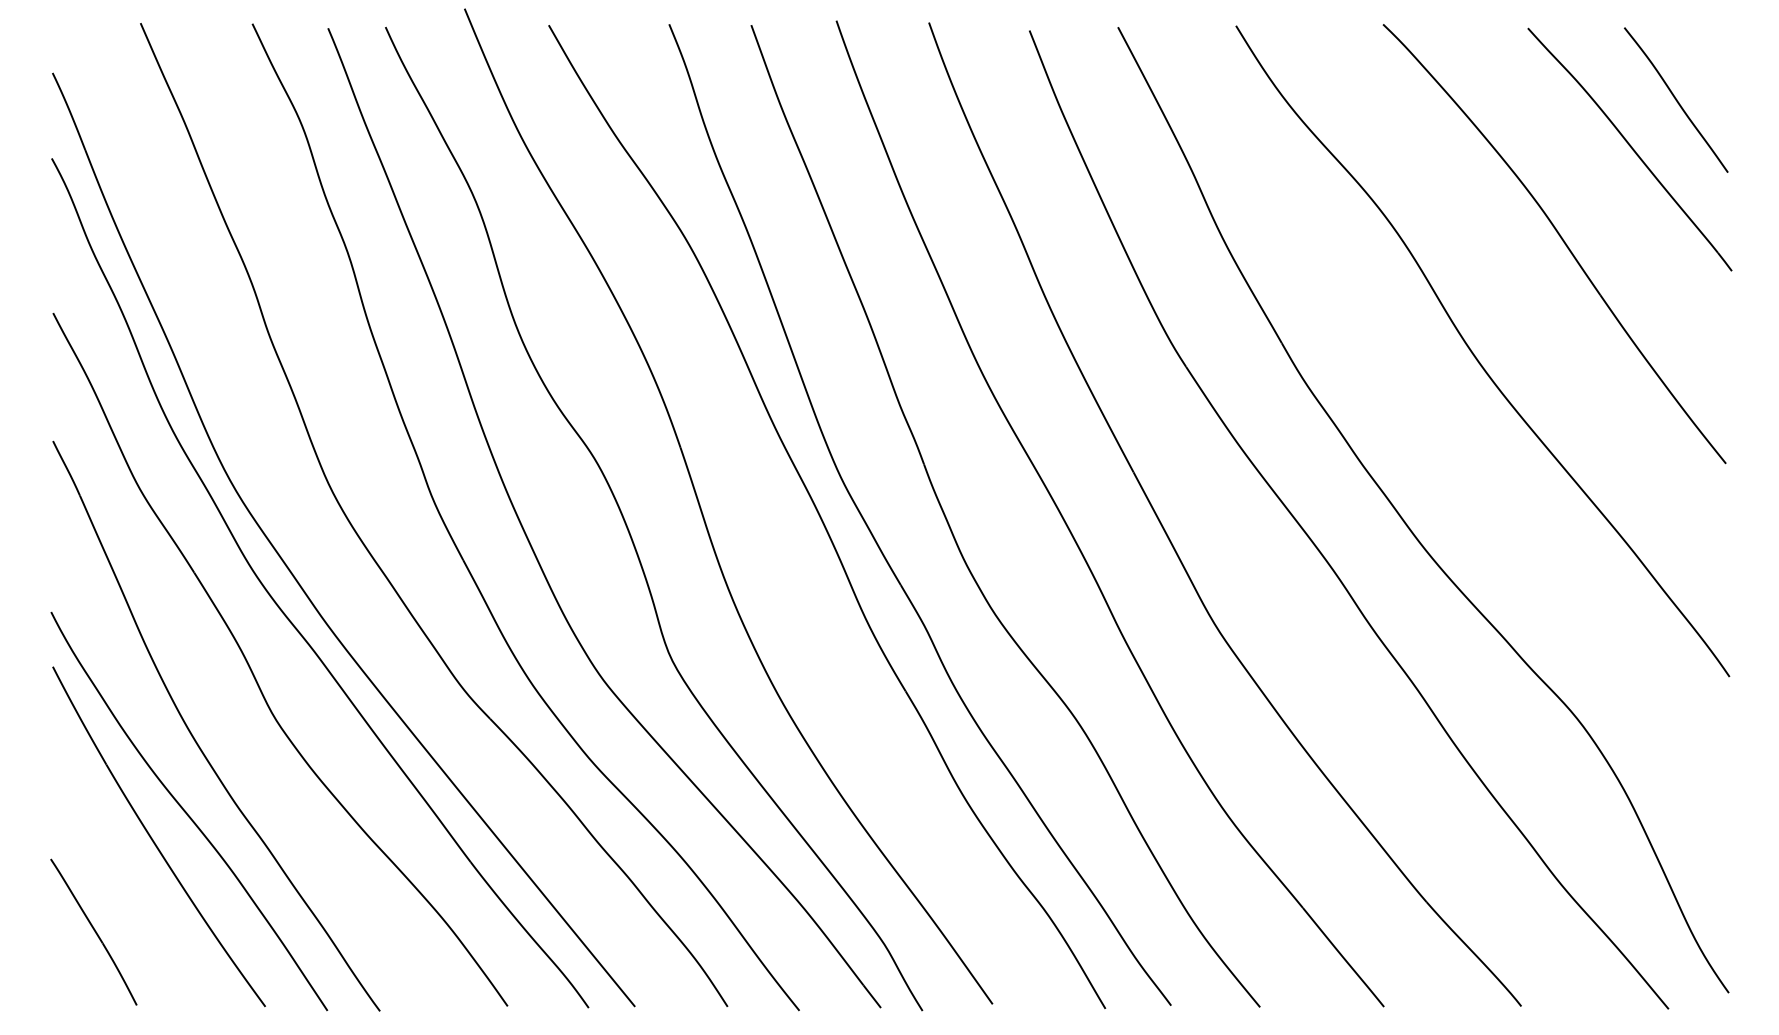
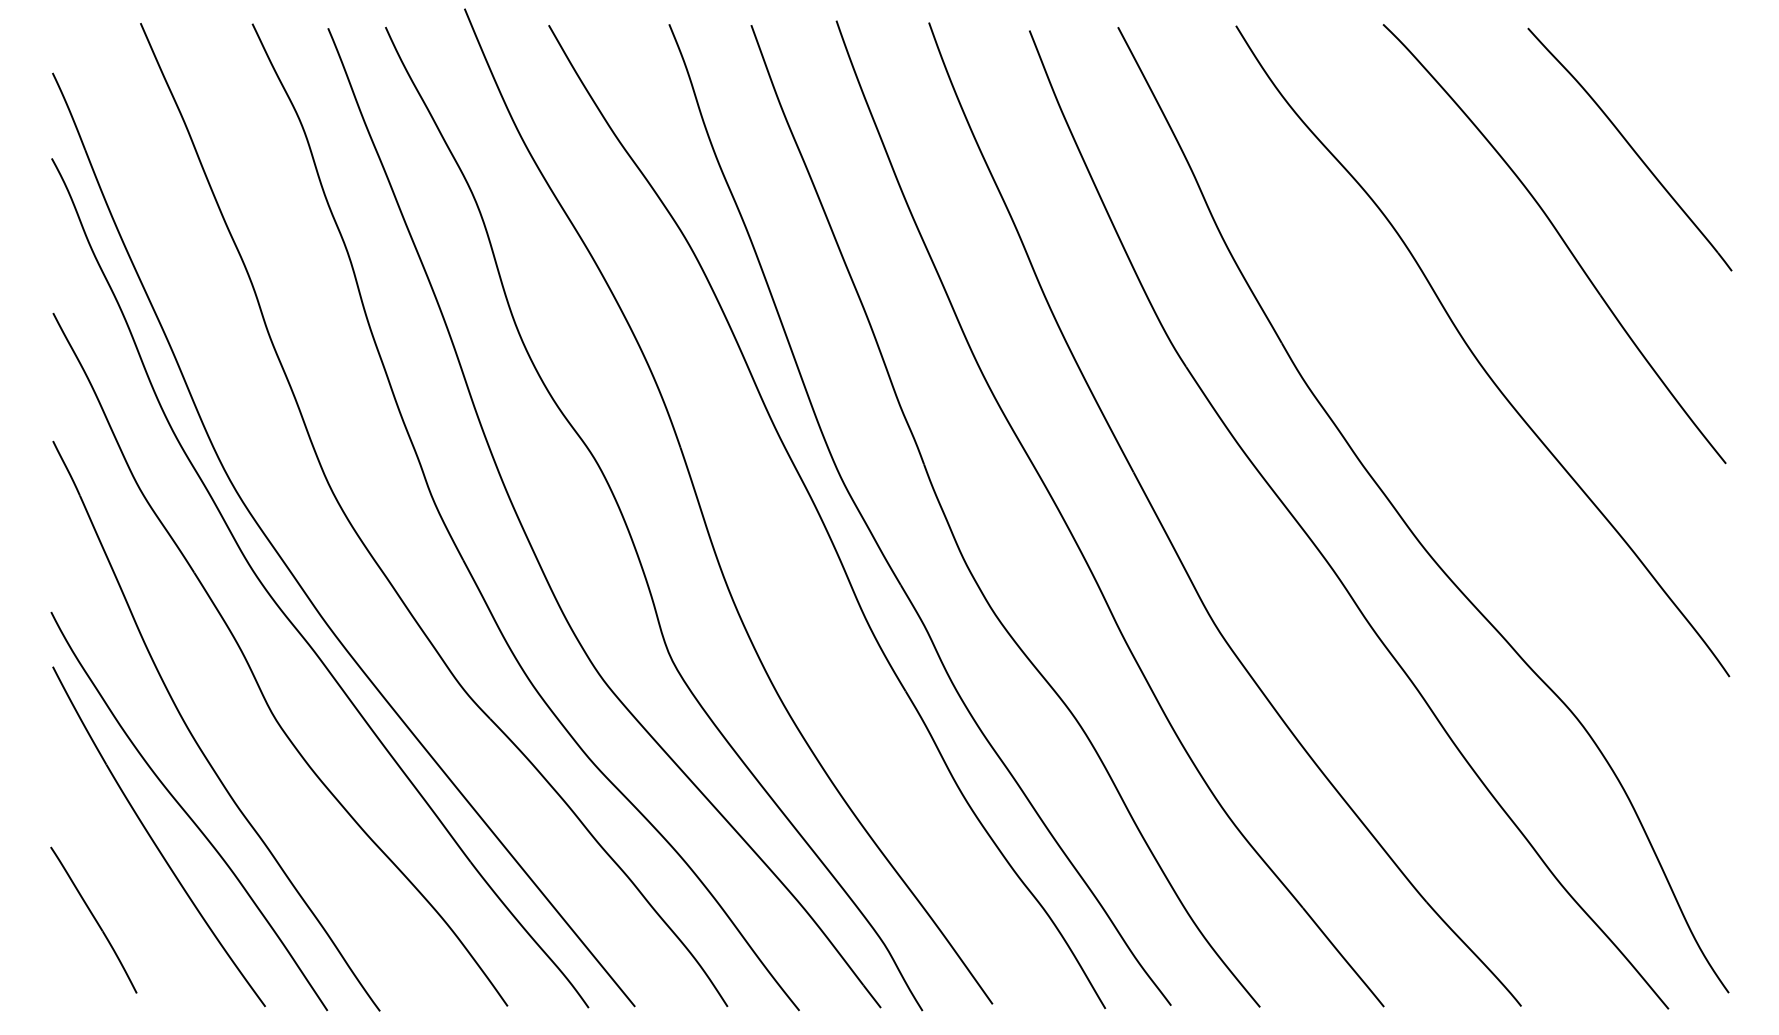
curve at (1676, 99): present -> none
part at (93, 931) position: (93, 931) -> (93, 919)
